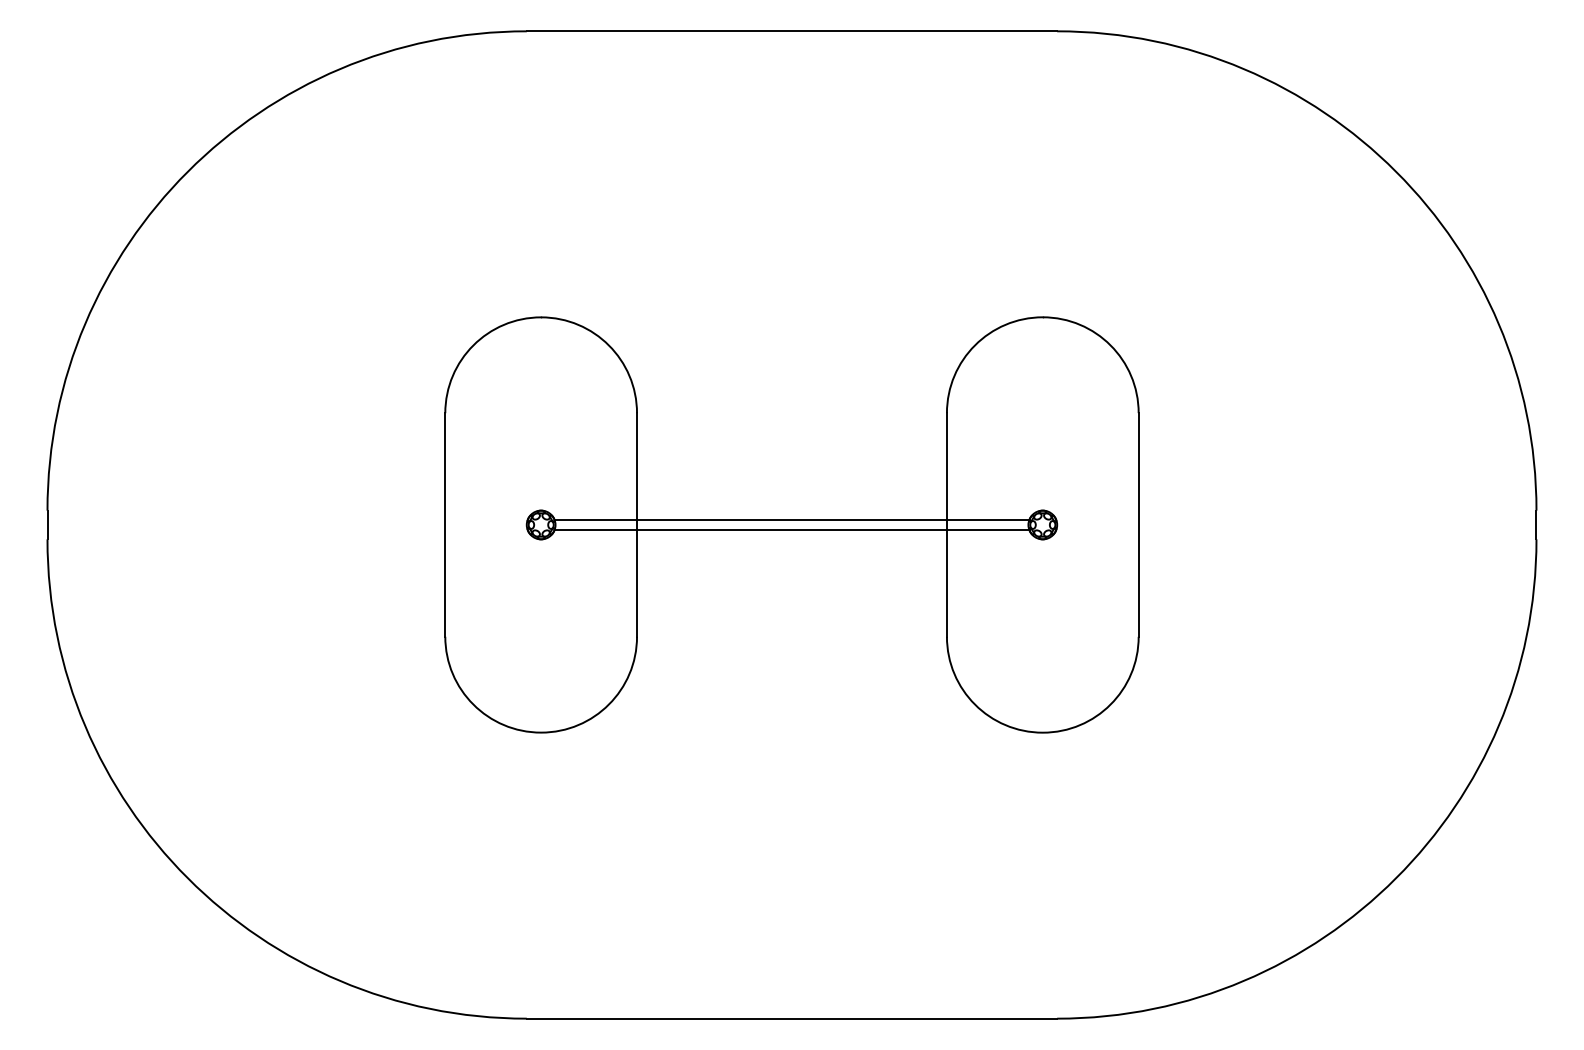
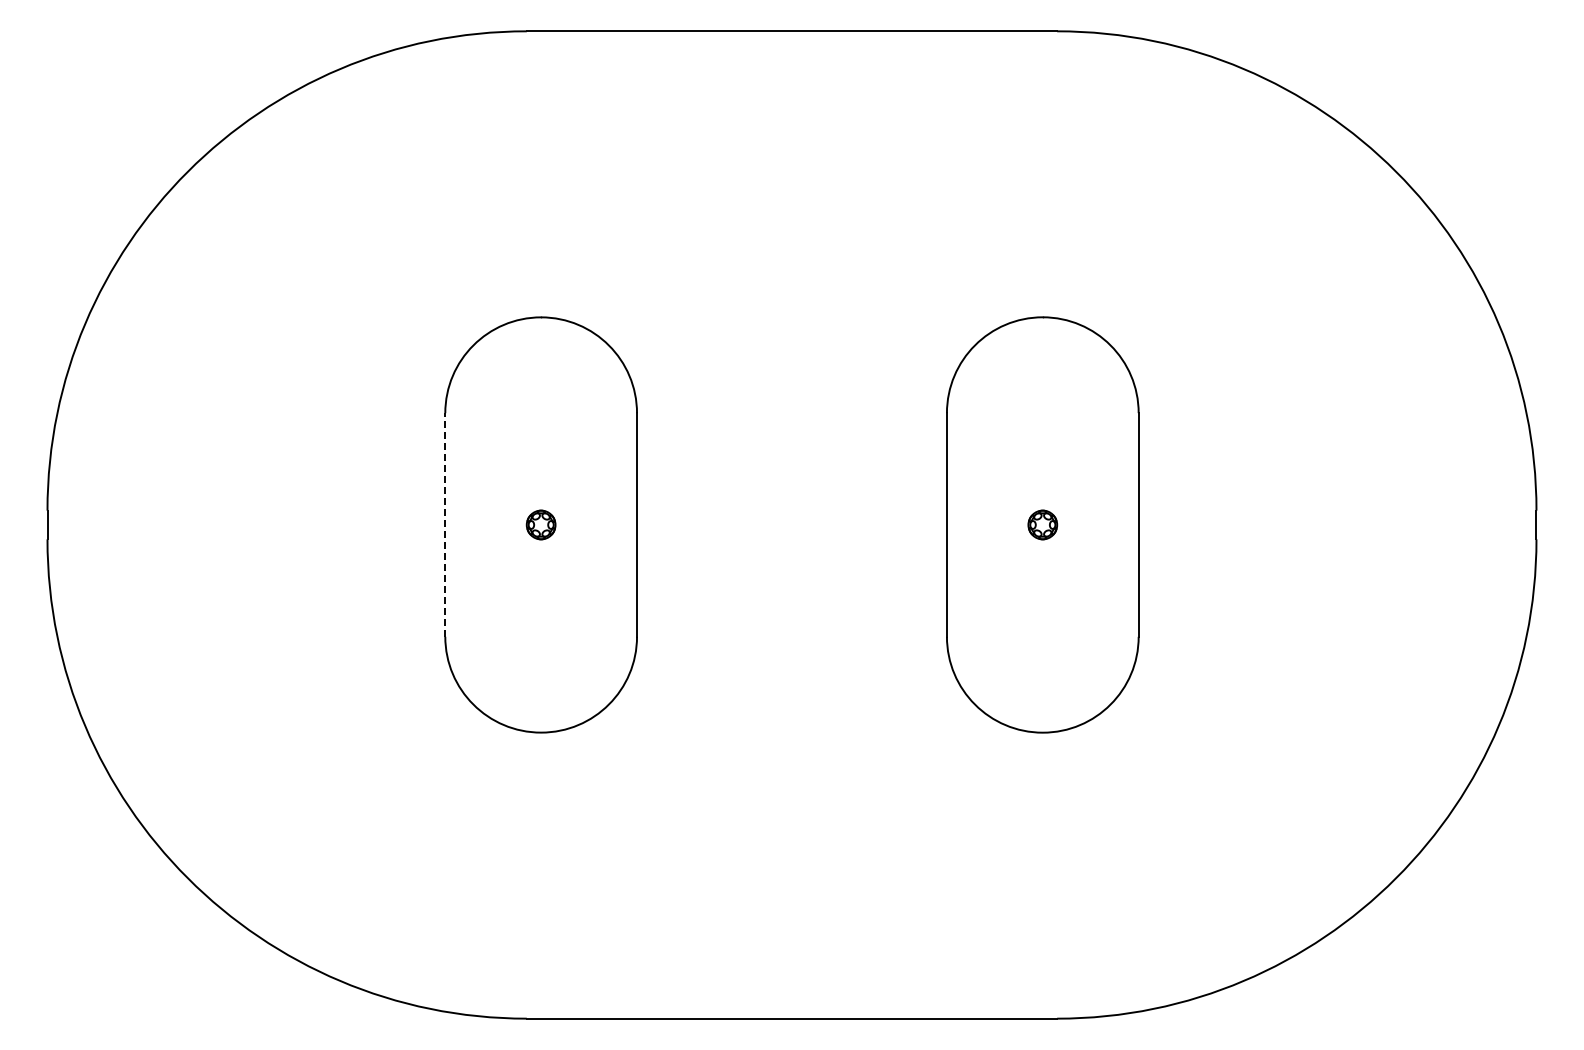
line at (791, 519): present -> none
line at (445, 524): solid -> dashed
line at (791, 530): present -> none
